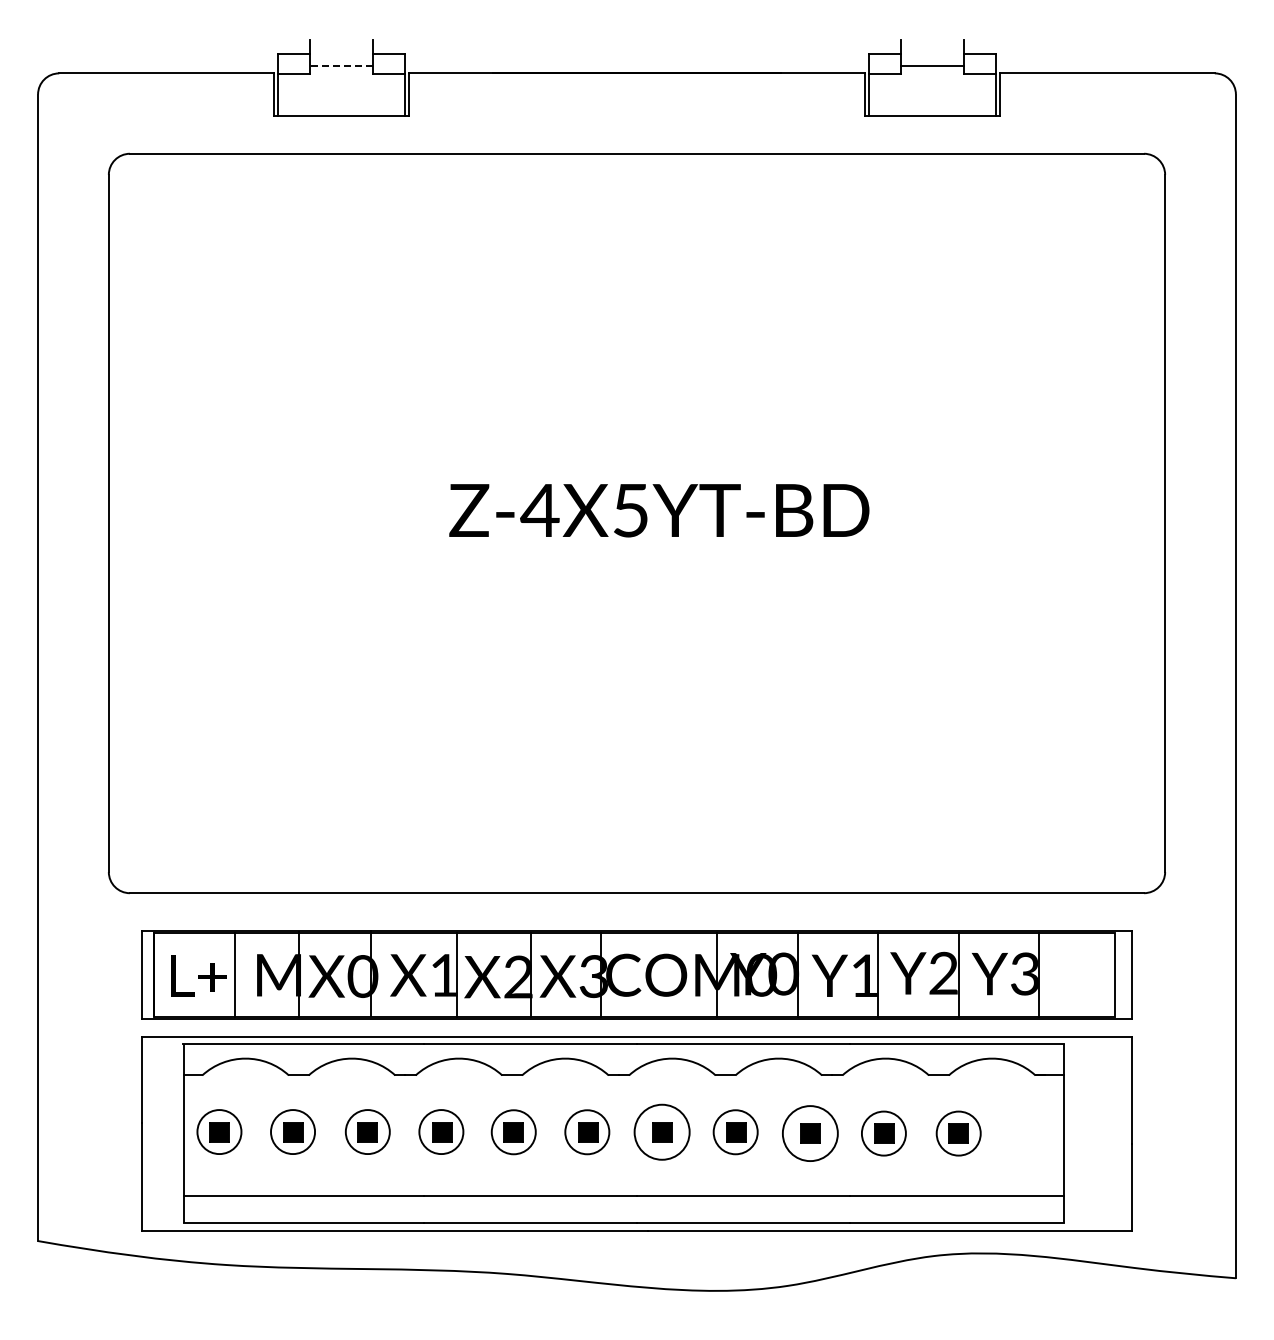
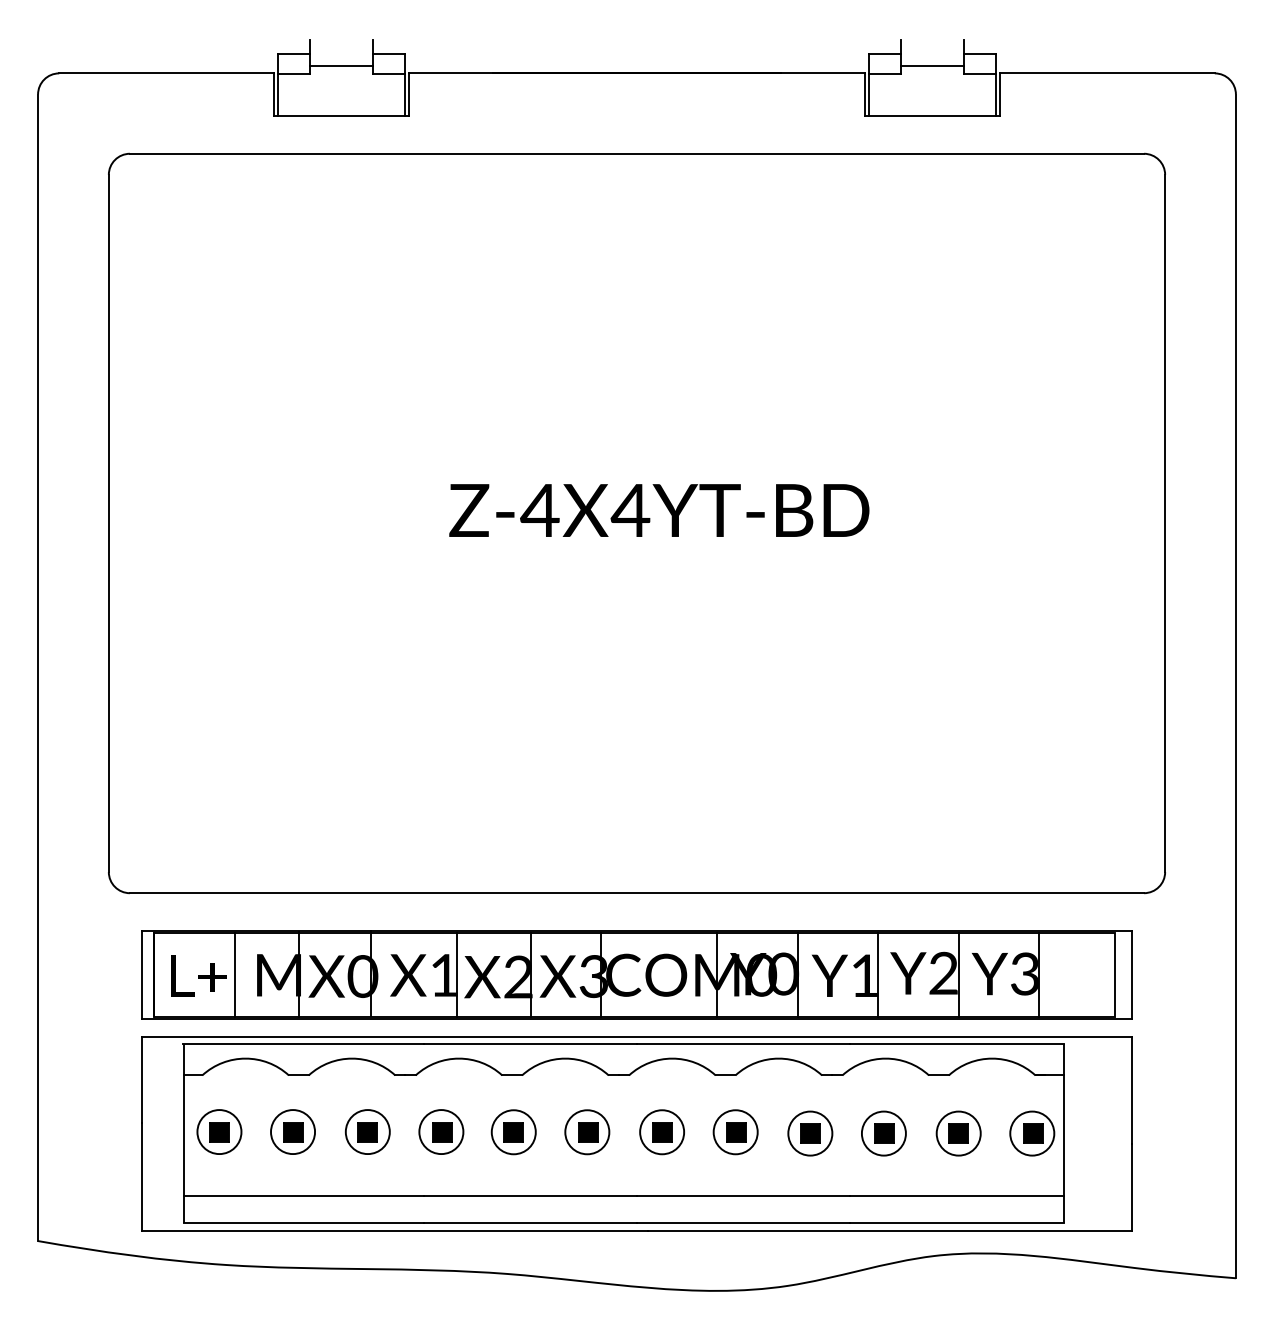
line at (341, 65): dashed -> solid
text at (630, 510): Z-4X5YT-BD -> Z-4X4YT-BD
circle at (661, 1131) diameter: 55 px -> 44 px
circle at (809, 1133) diameter: 55 px -> 44 px
part at (1032, 1133): none -> present
